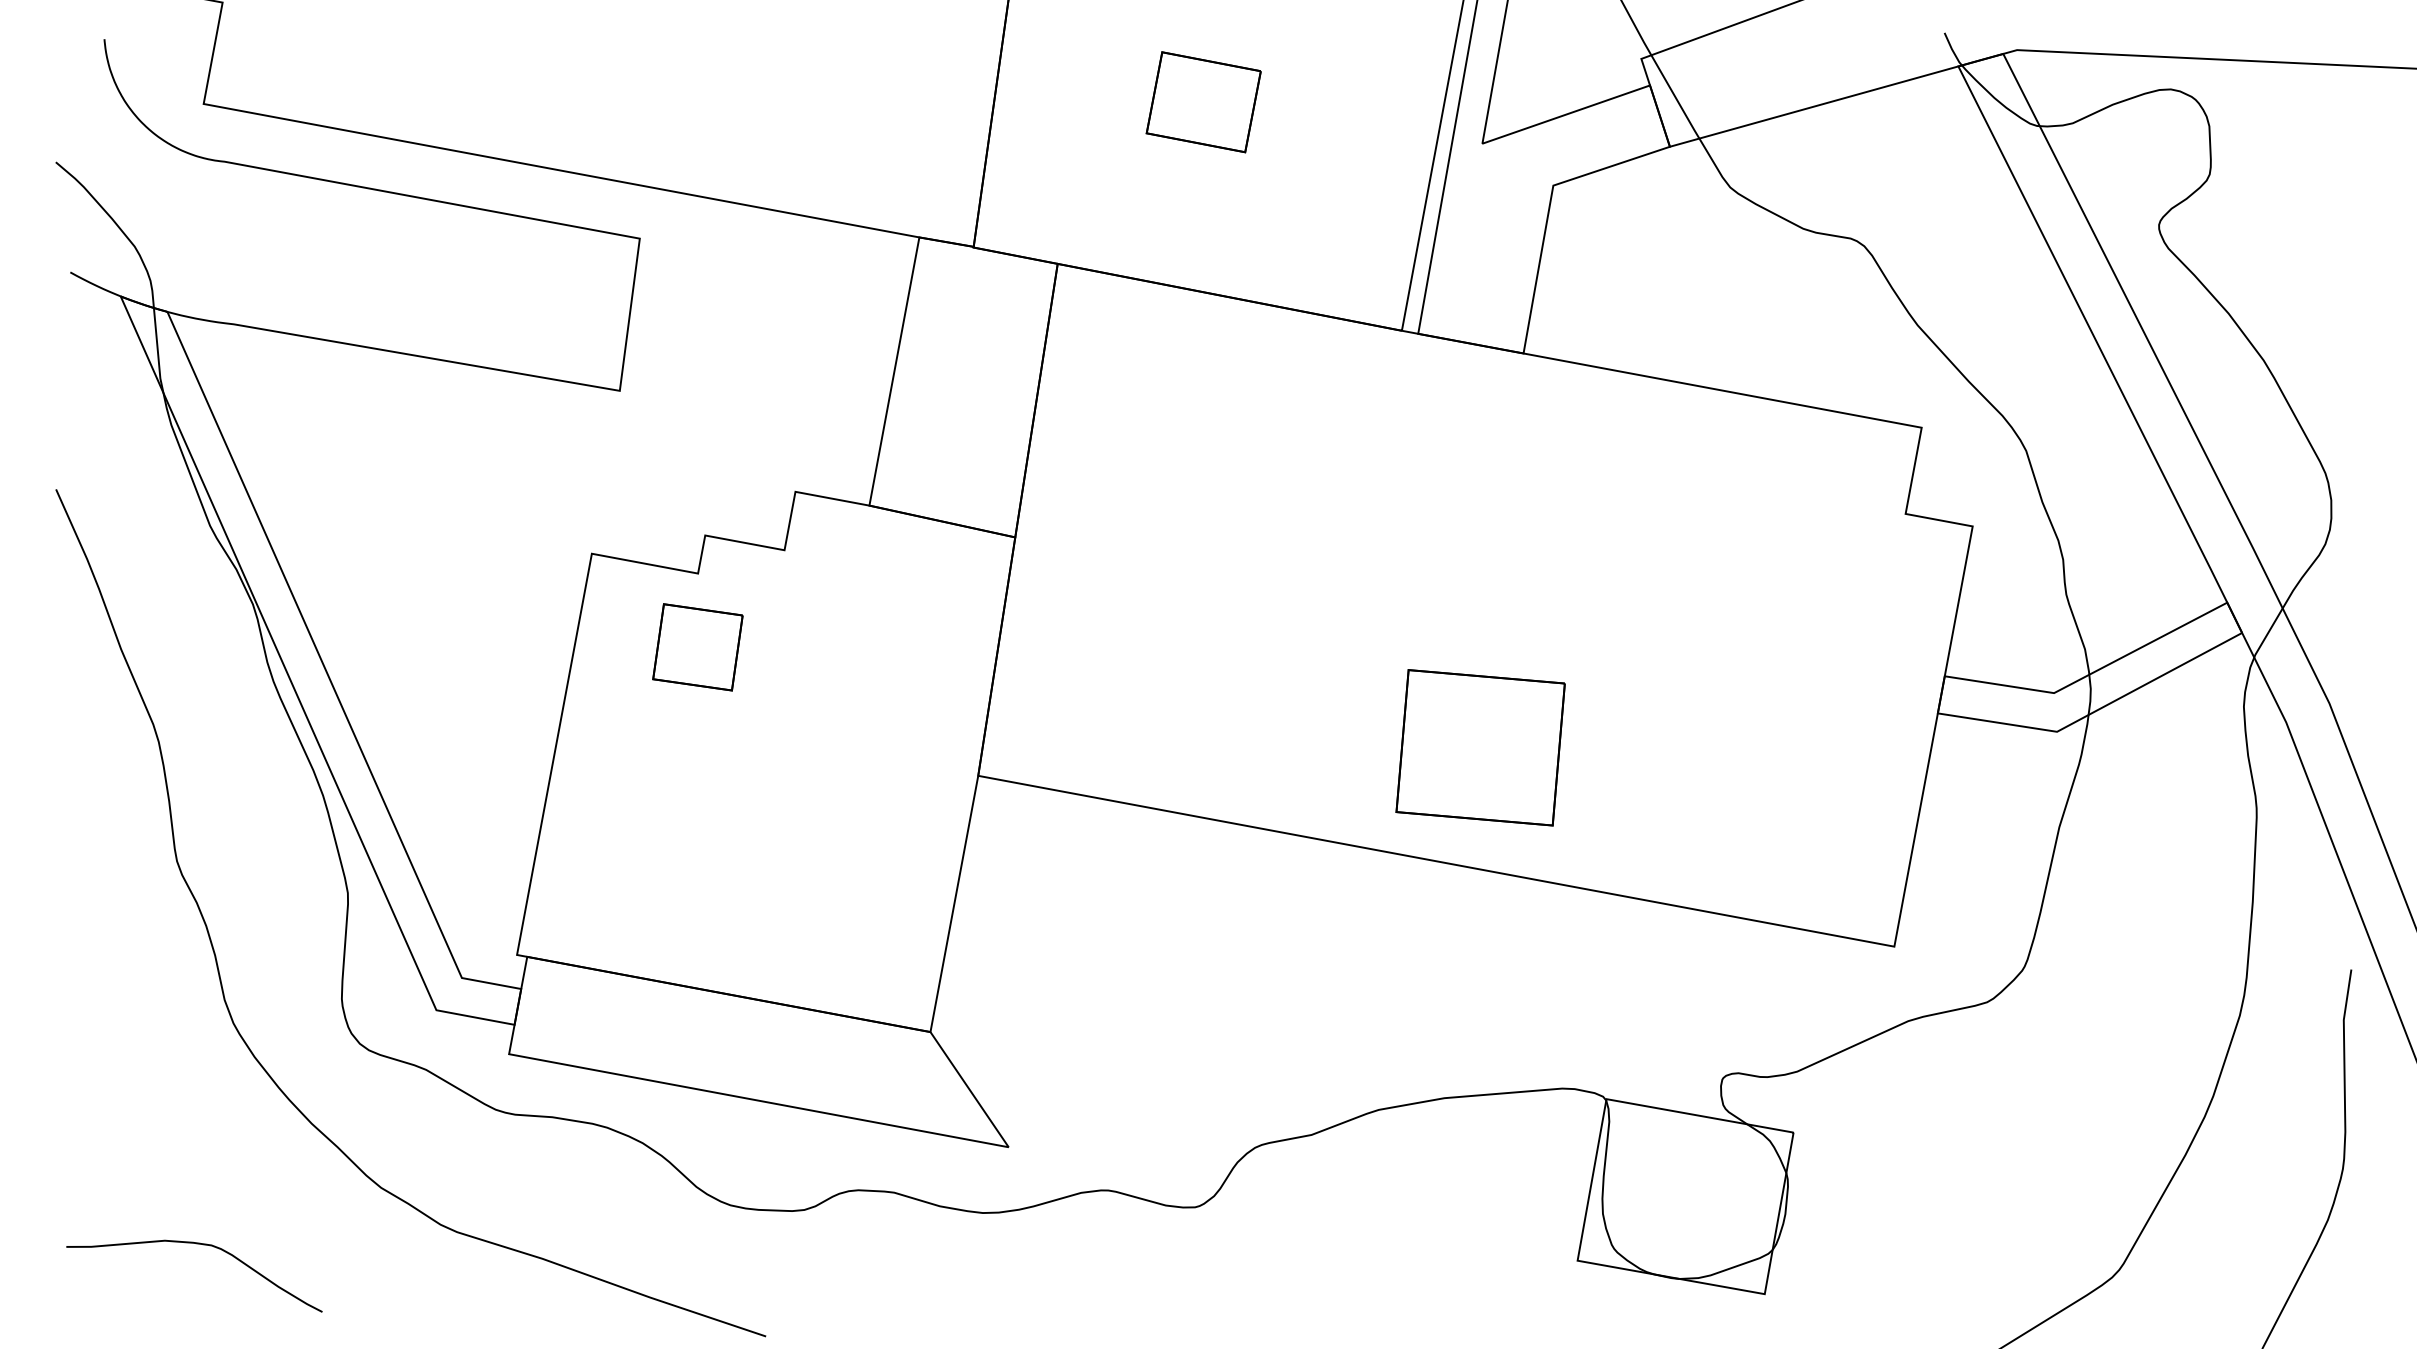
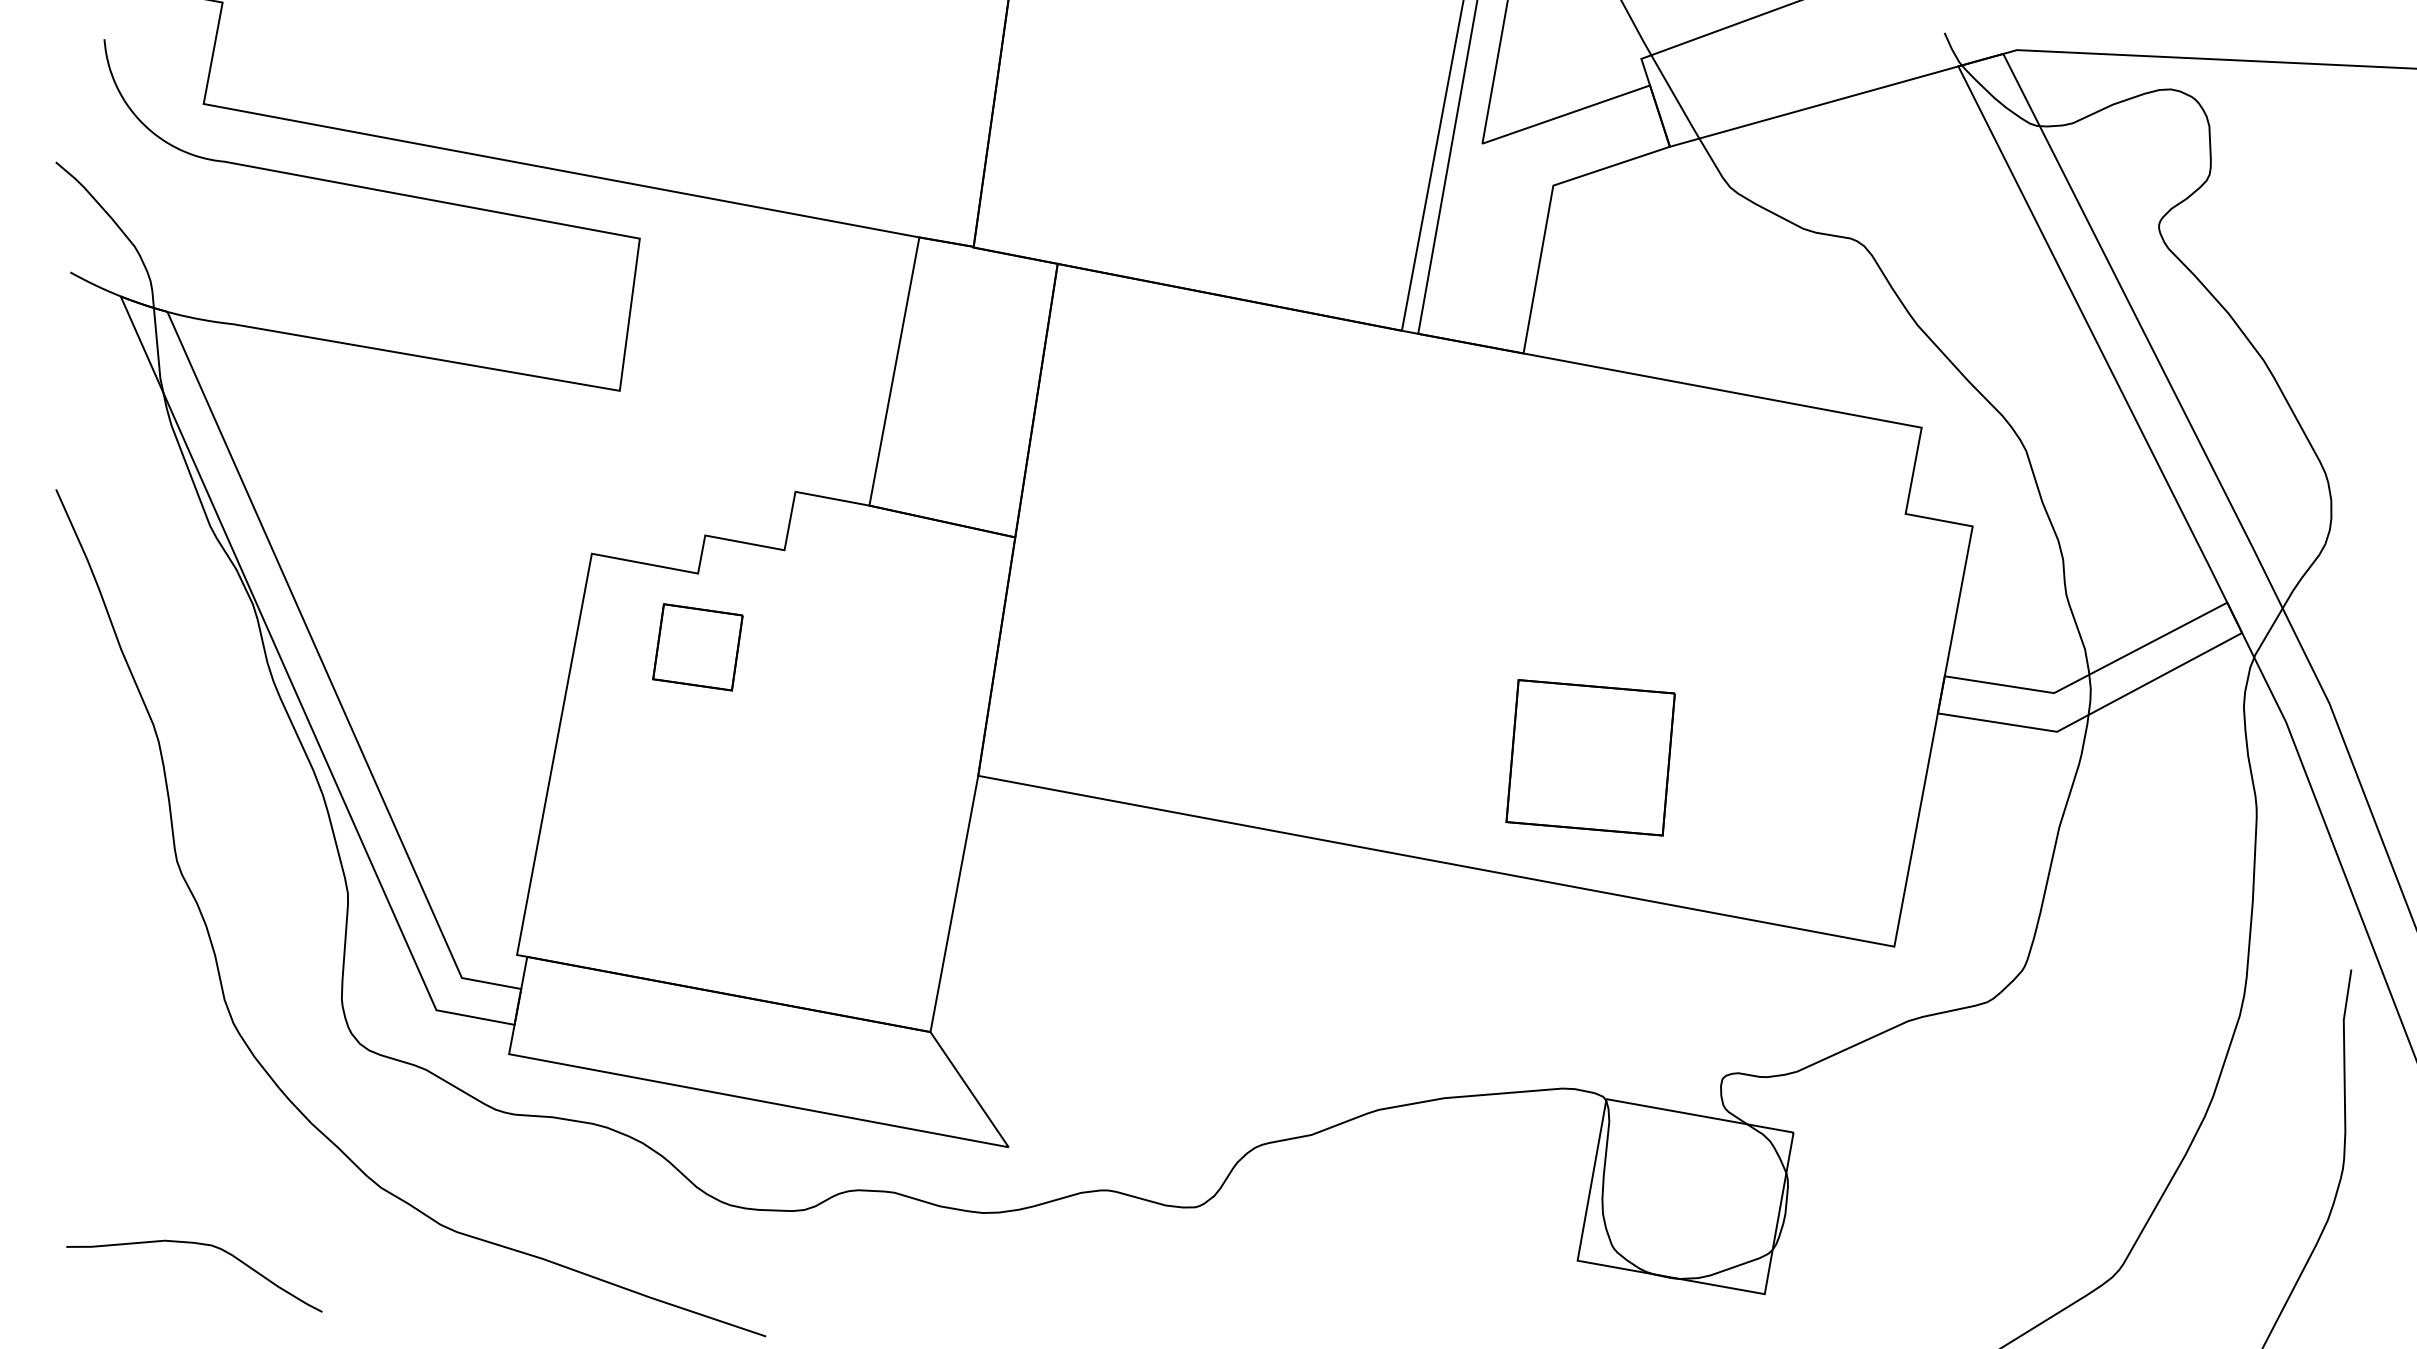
part at (1203, 102): present -> none
part at (1480, 747) position: (1480, 747) -> (1590, 757)
